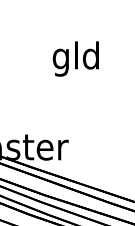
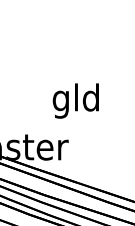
text at (75, 58) position: (75, 58) -> (75, 100)
